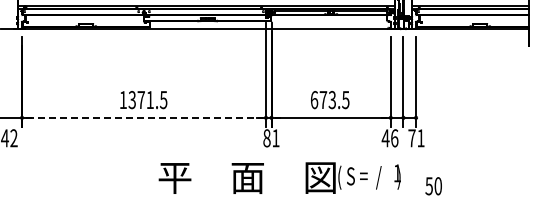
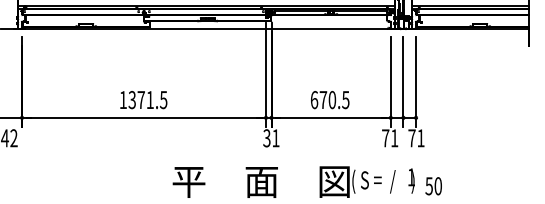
text at (332, 100): 673.5 -> 670.5
line at (144, 117): dashed -> solid
text at (266, 138): 81 -> 31
text at (389, 138): 46 -> 71
text at (279, 177) position: (279, 177) -> (293, 181)
